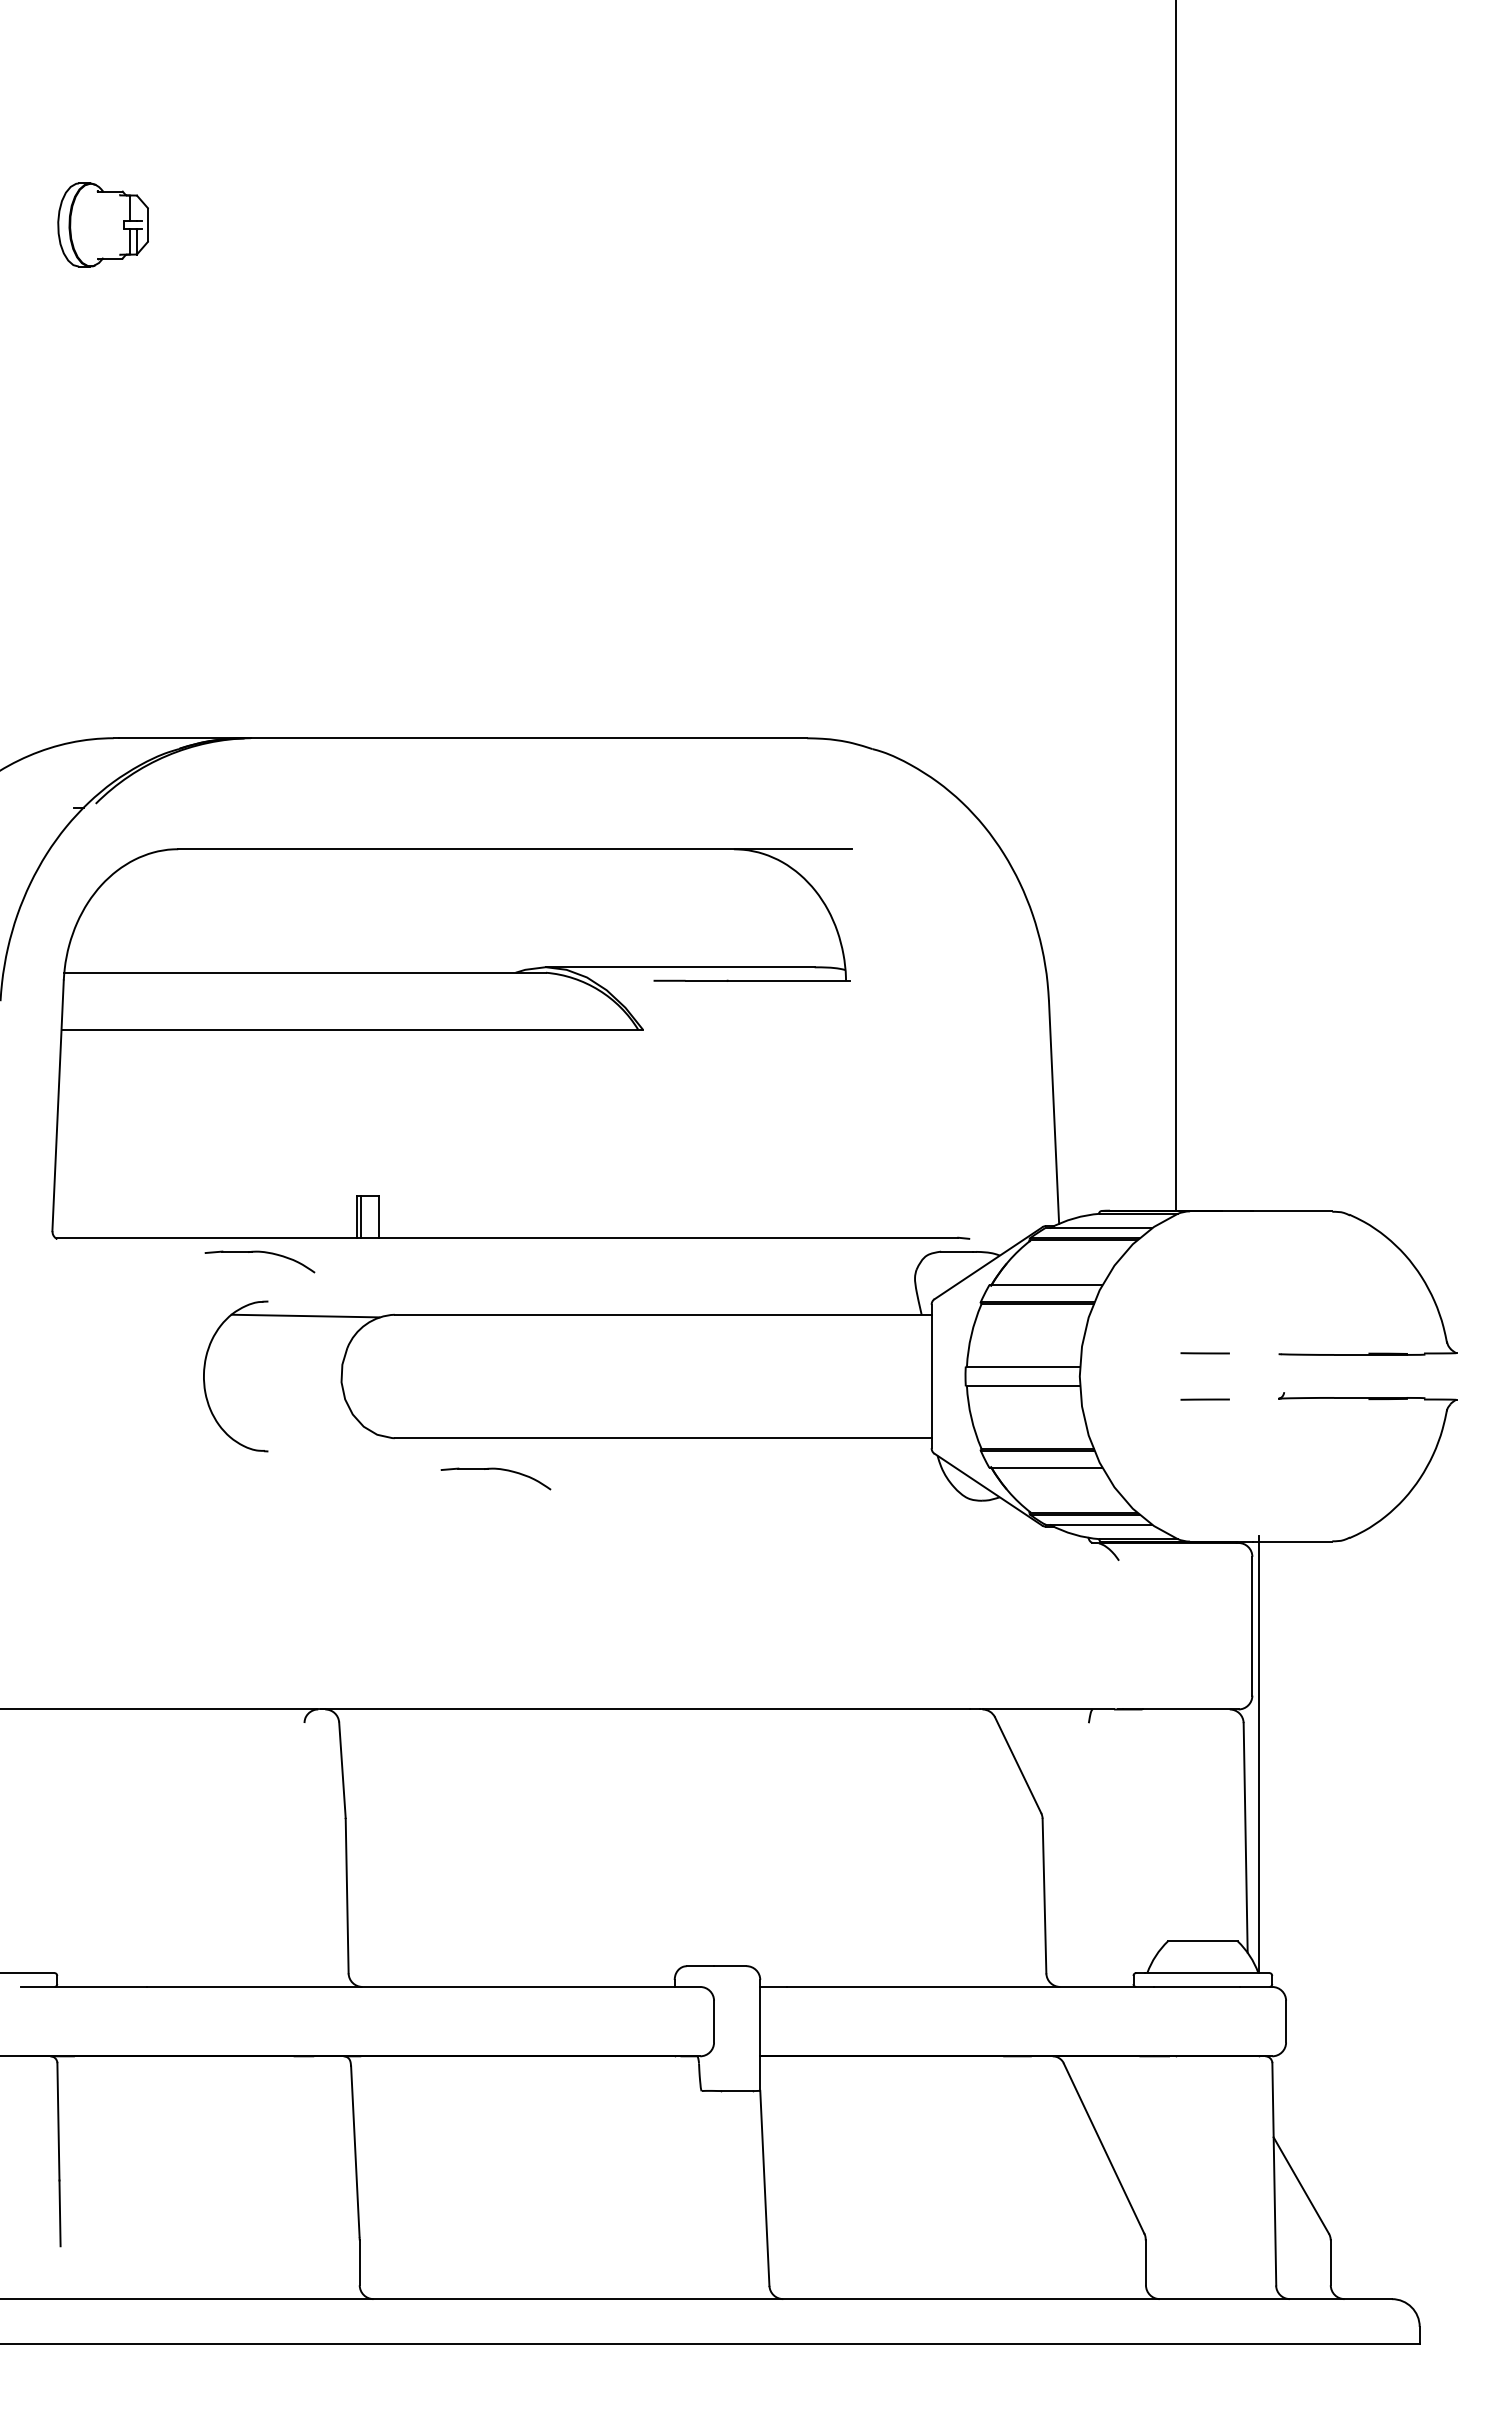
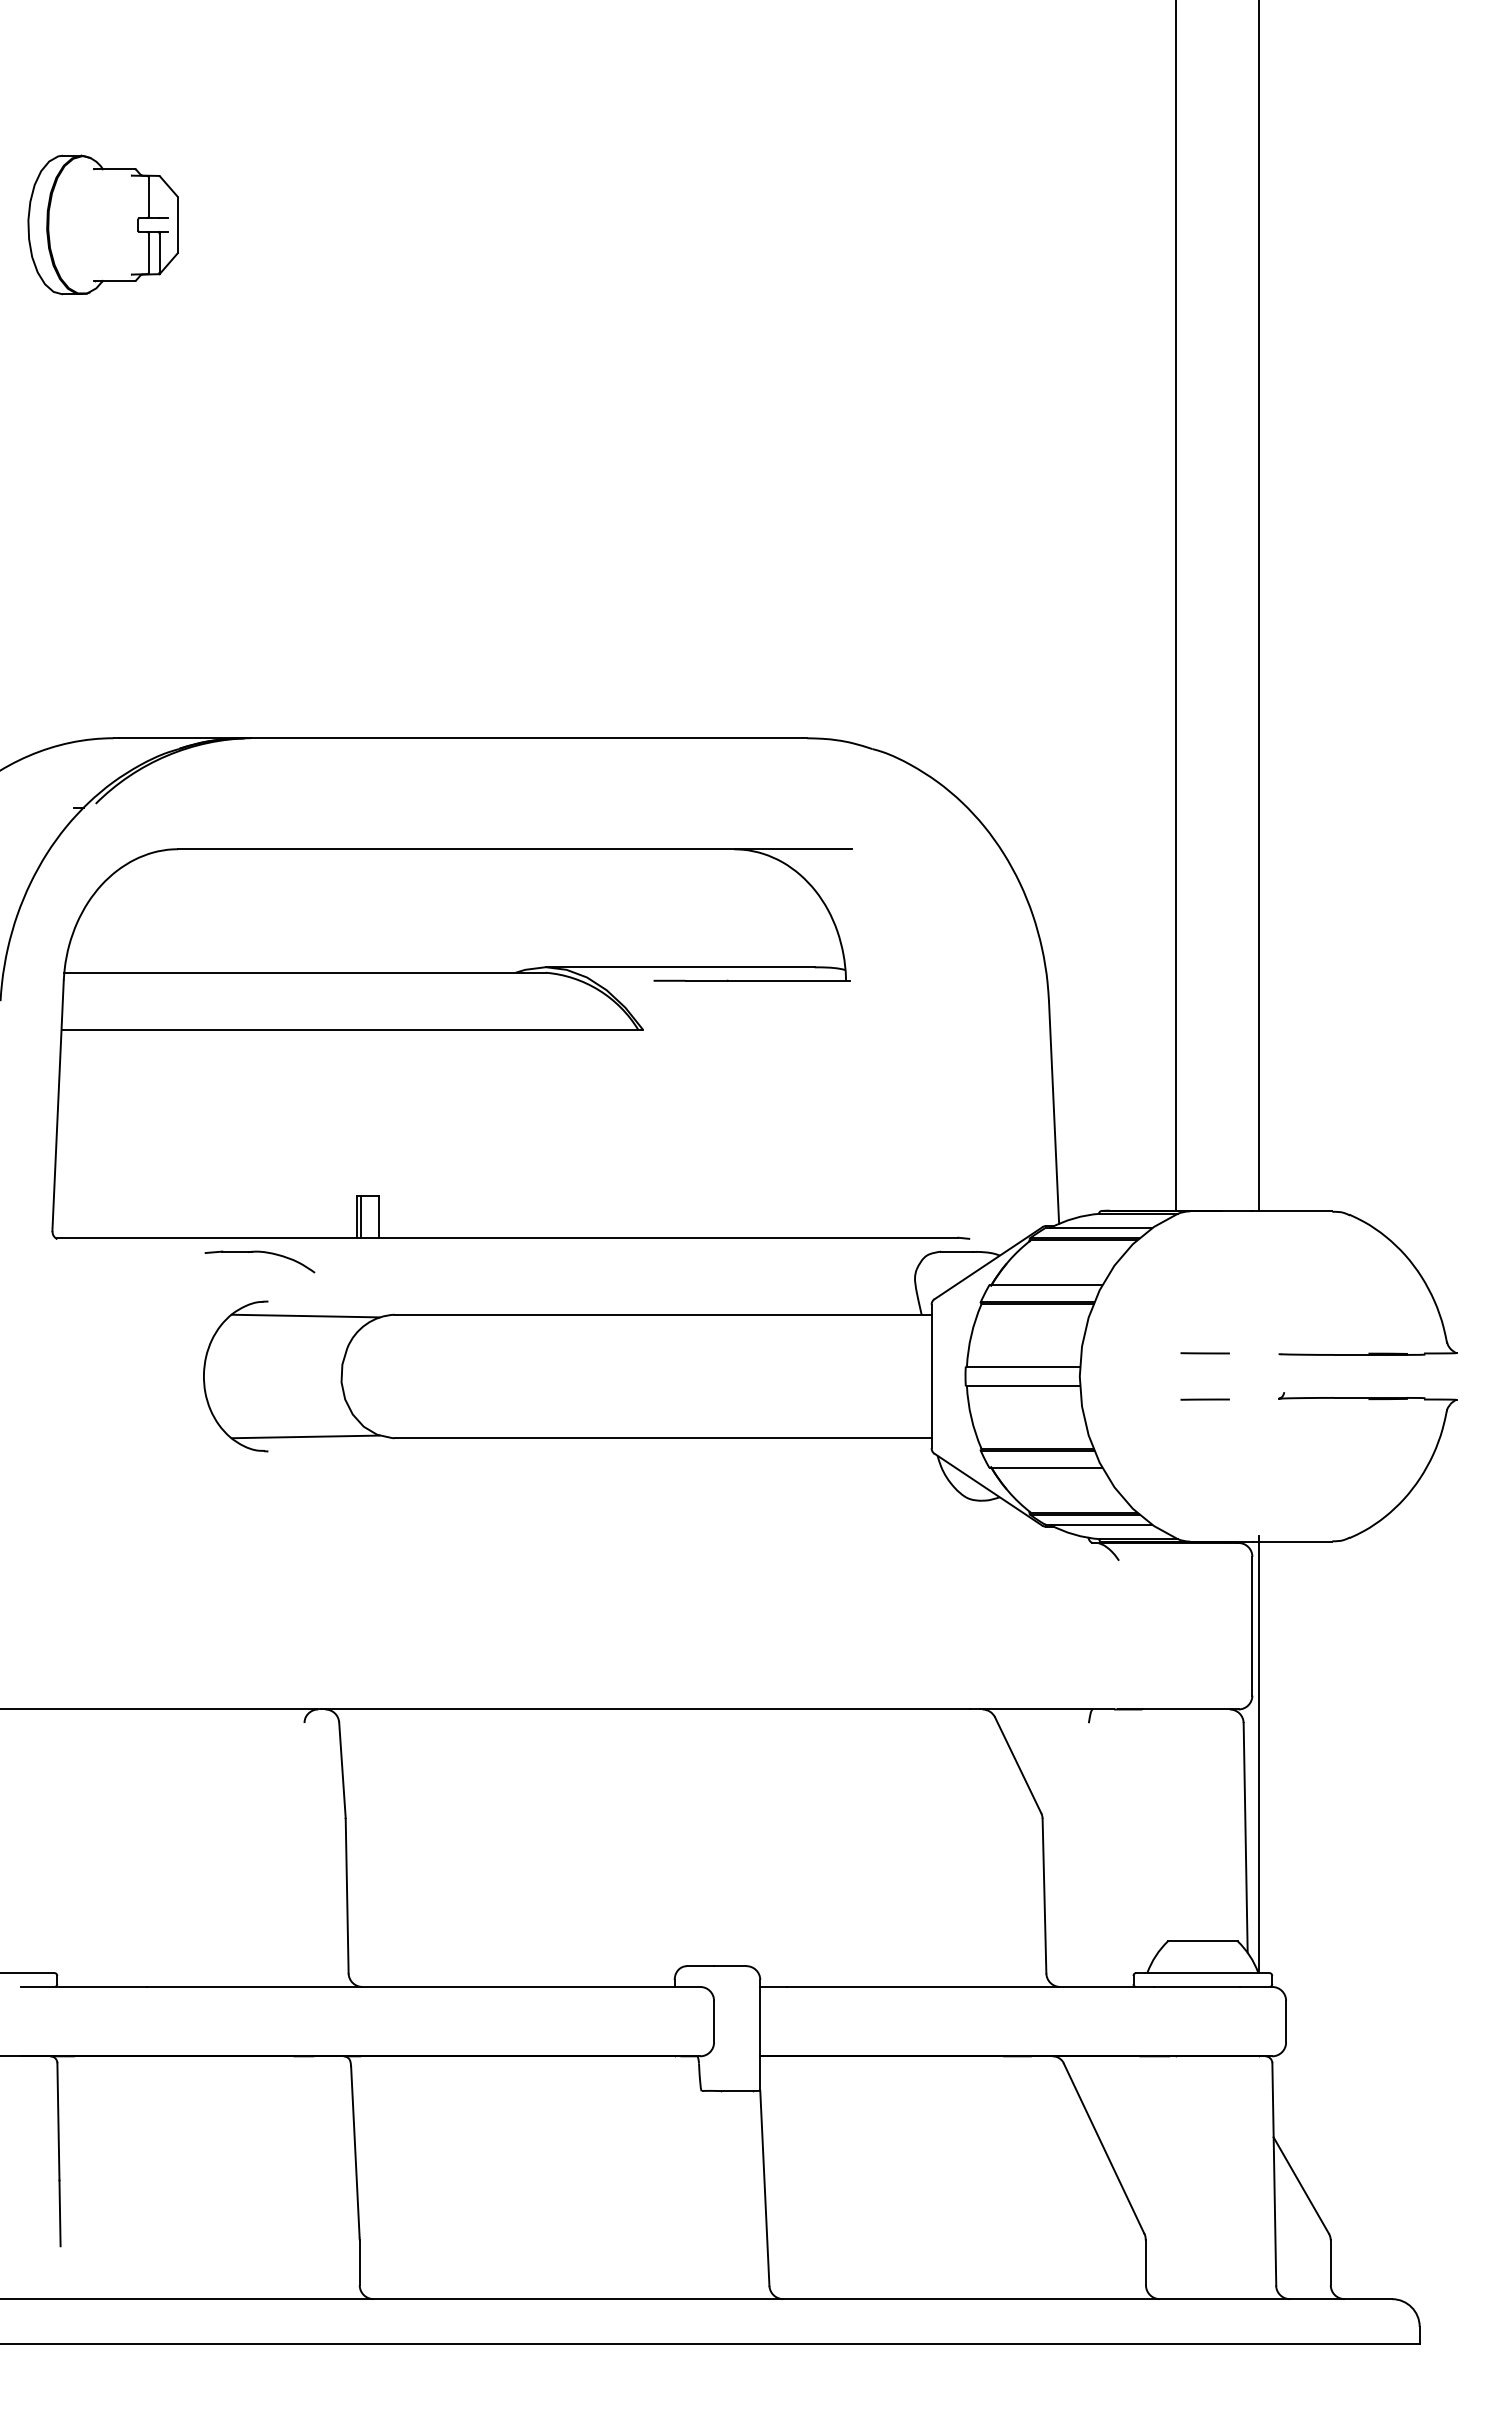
part at (102, 224) size: 92x86 px -> 152x142 px
line at (1258, 606): none -> present
line at (305, 1436): none -> present
part at (495, 1469): present -> none
